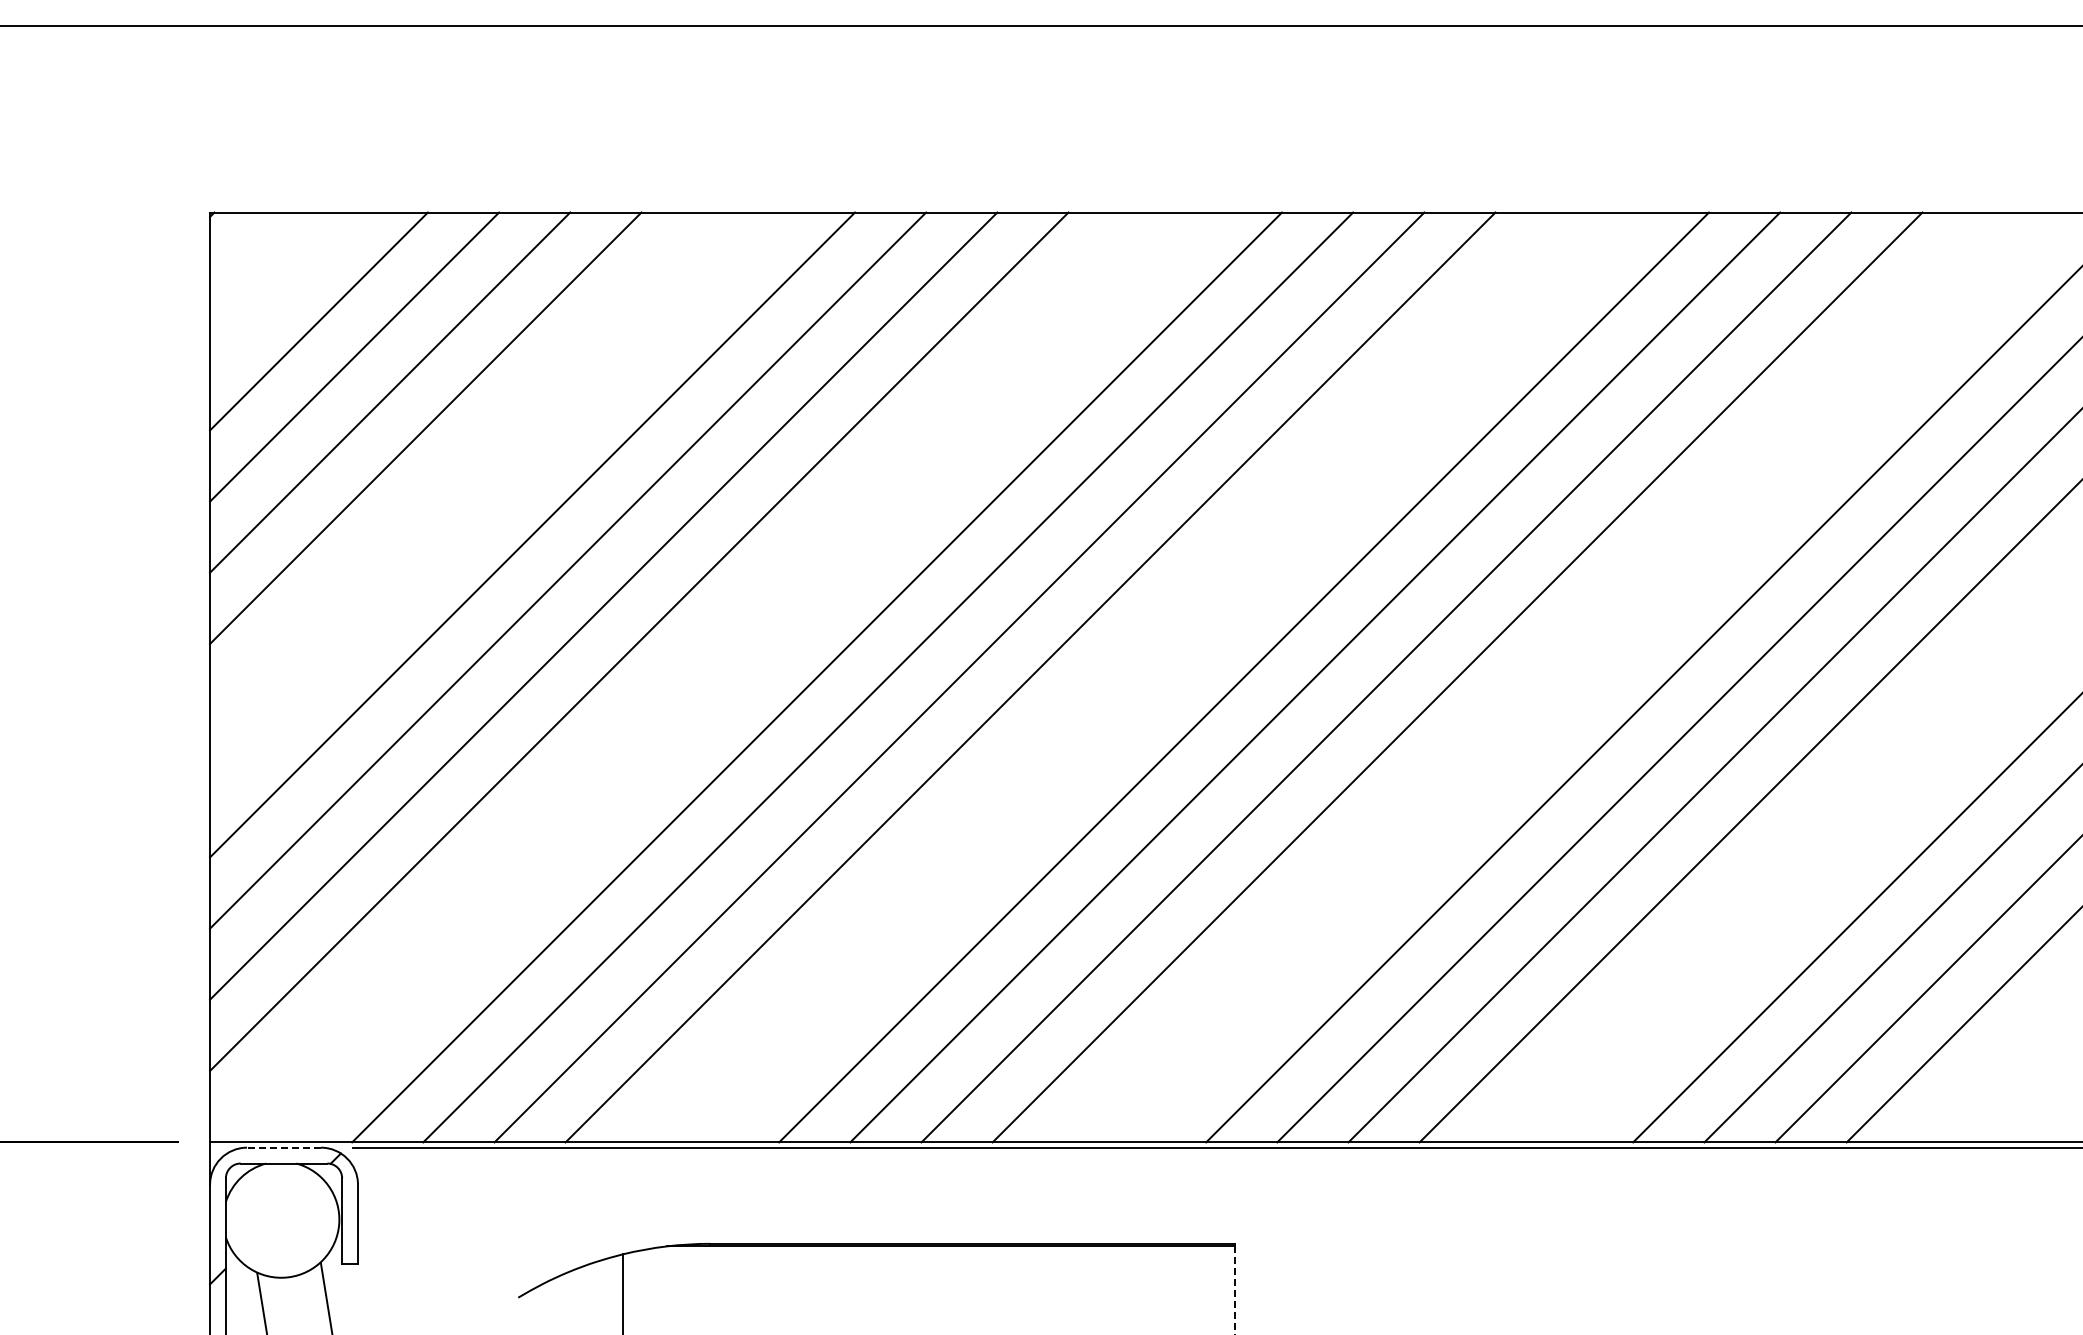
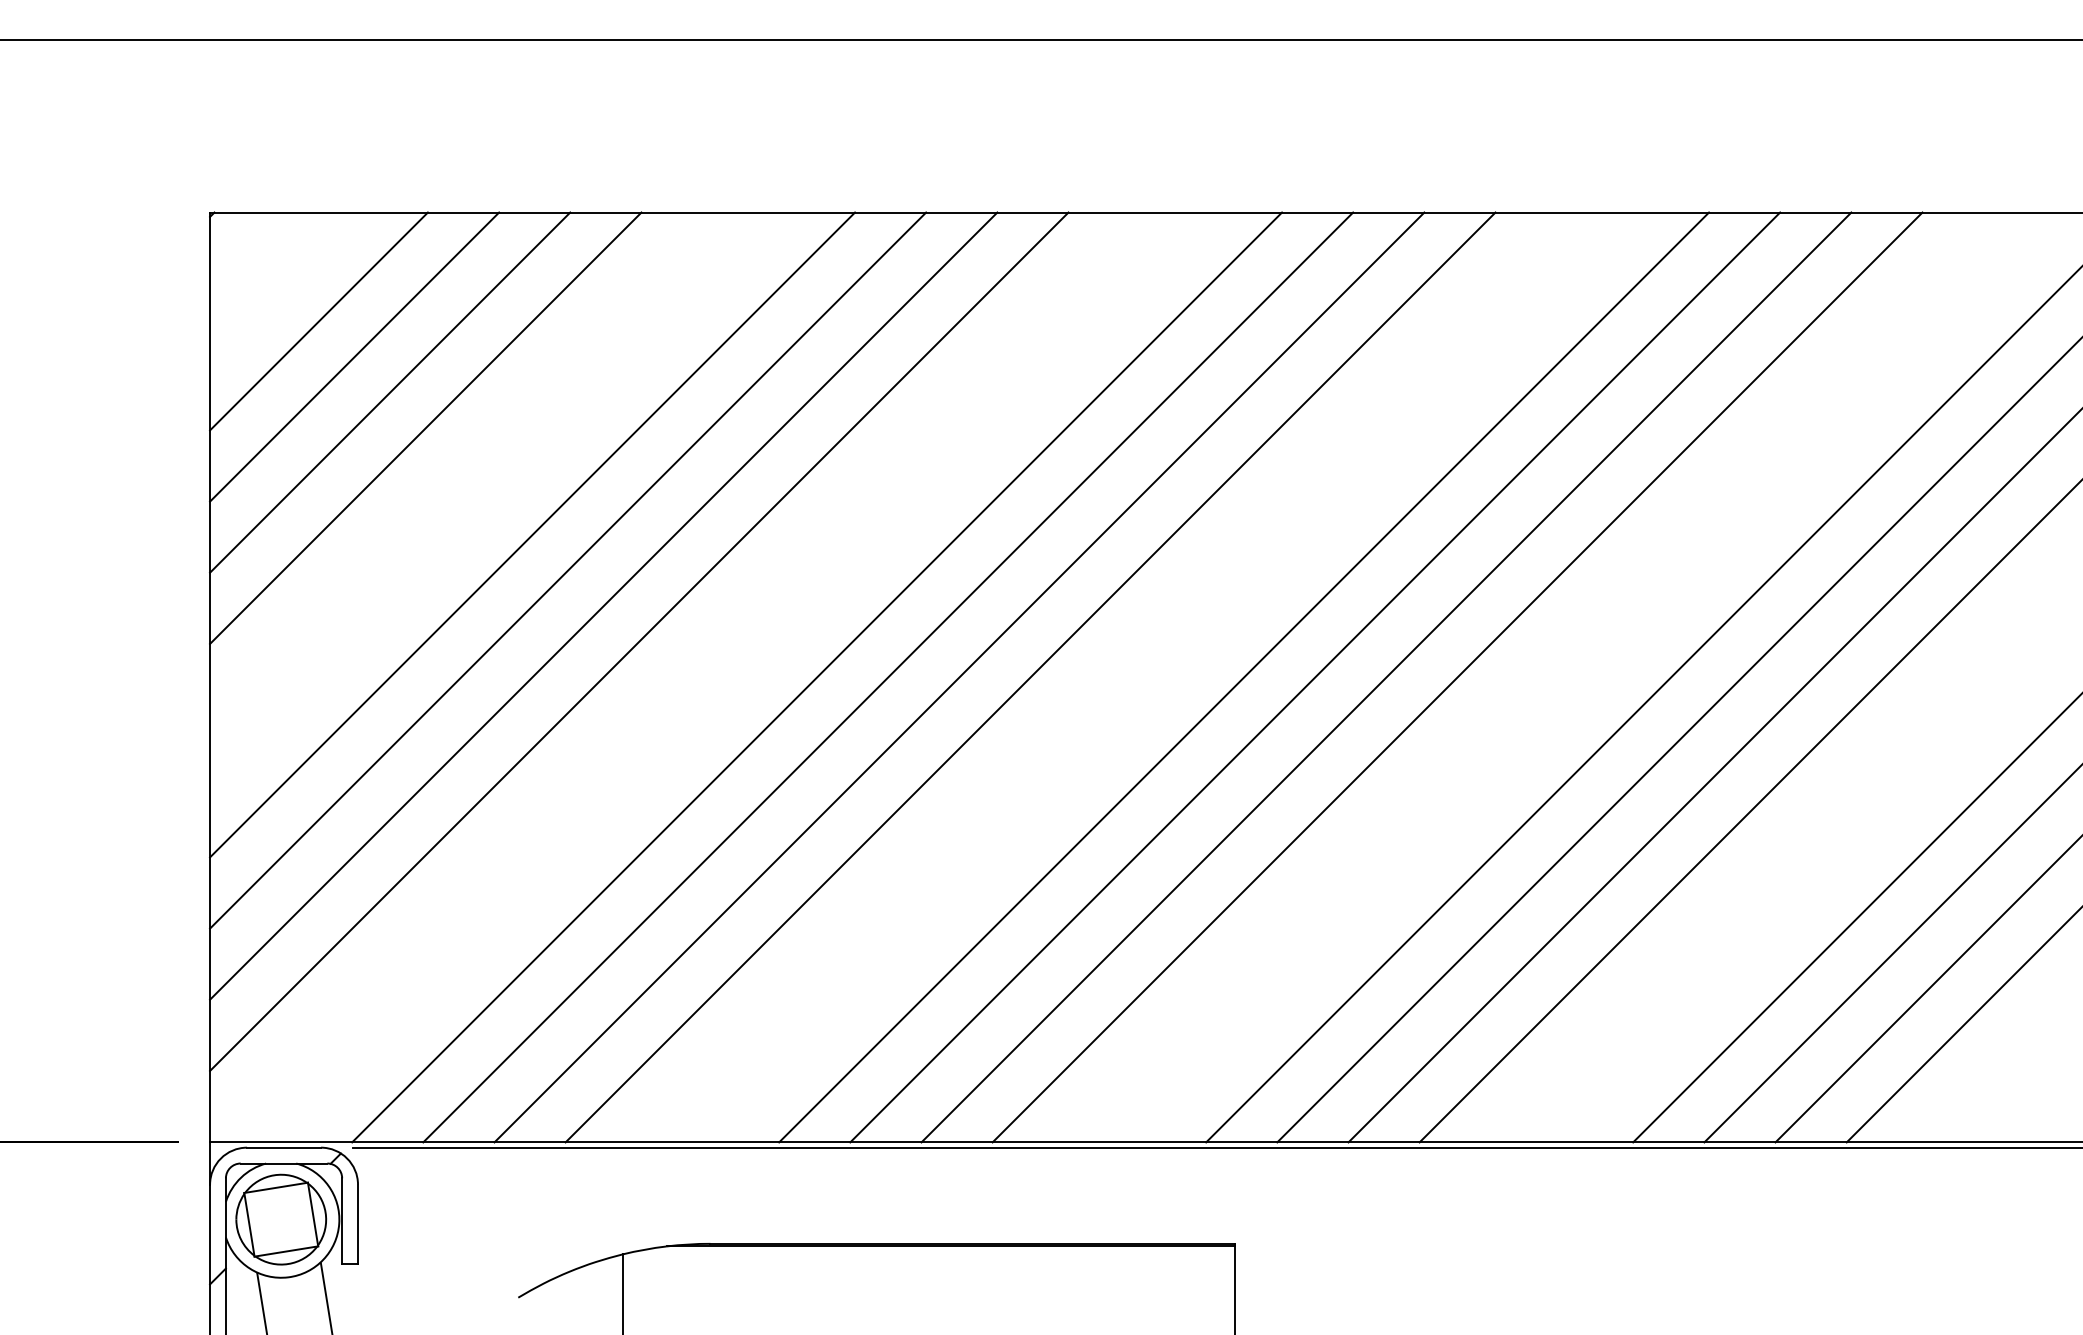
line at (1040, 26) position: (1040, 26) -> (1040, 40)
line at (284, 1147): dashed -> solid
part at (281, 1219): none -> present
line at (1235, 1291): dashed -> solid
